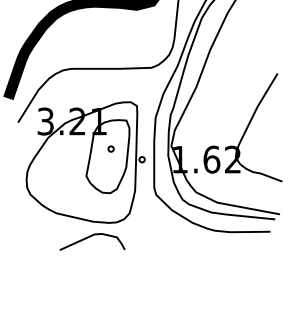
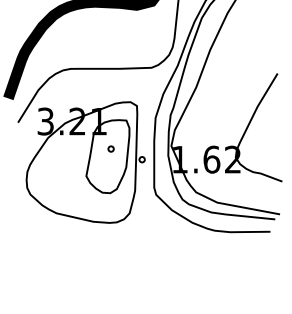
curve at (90, 237): present -> none
